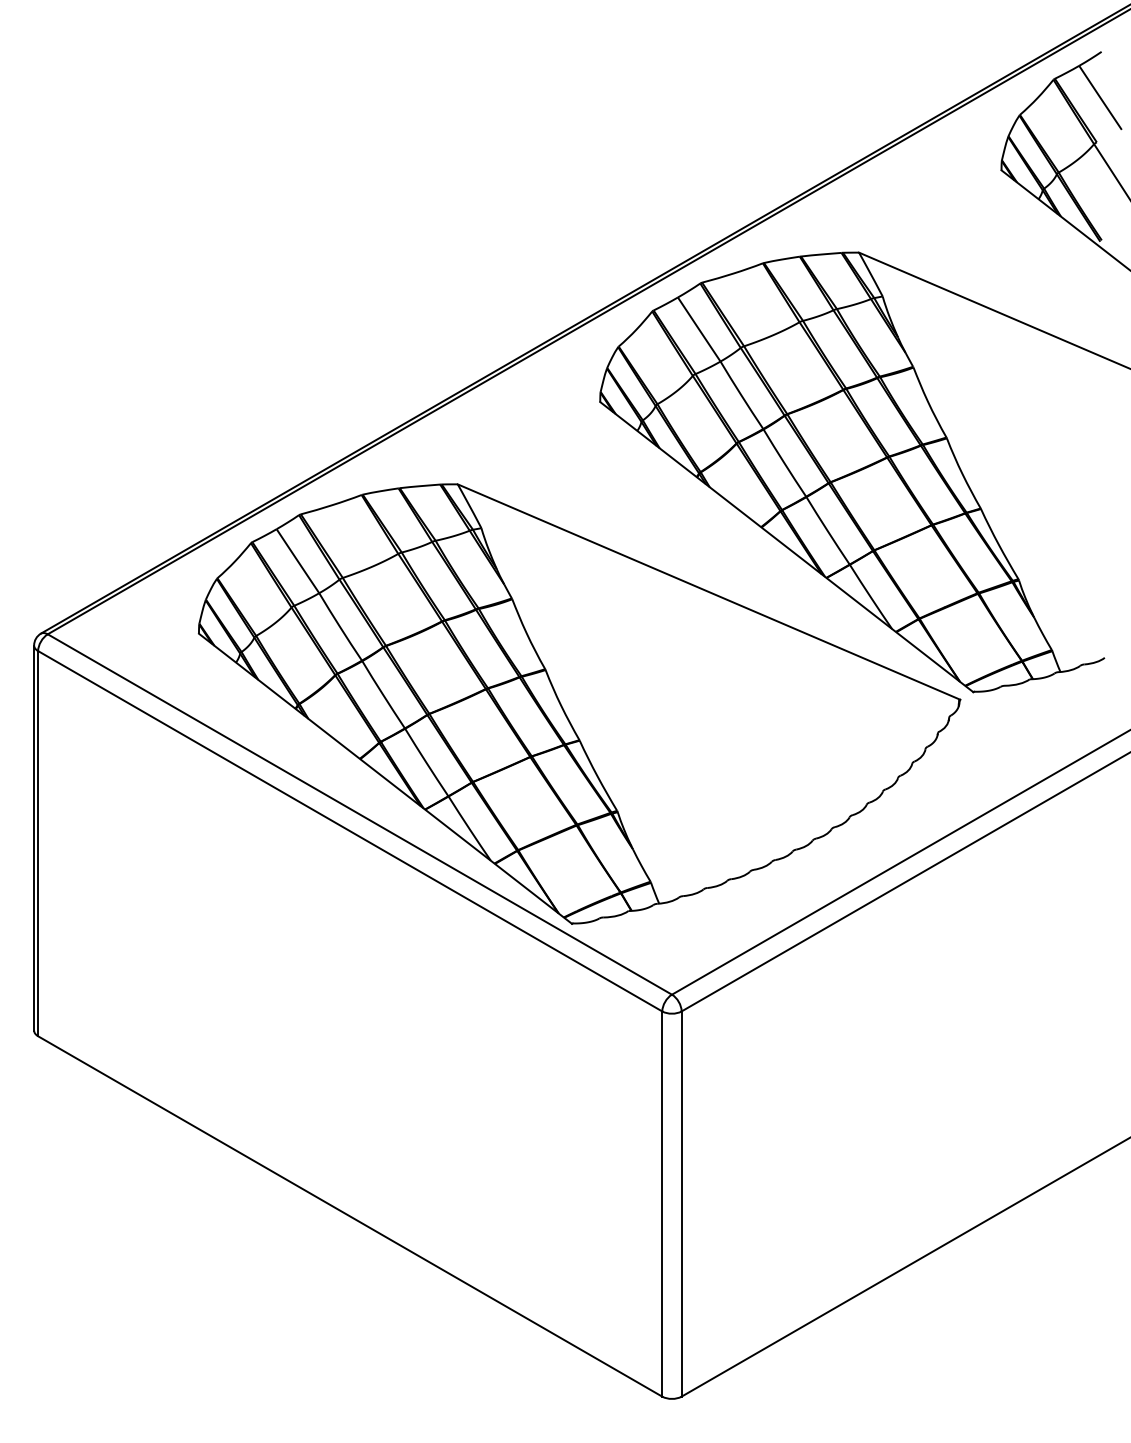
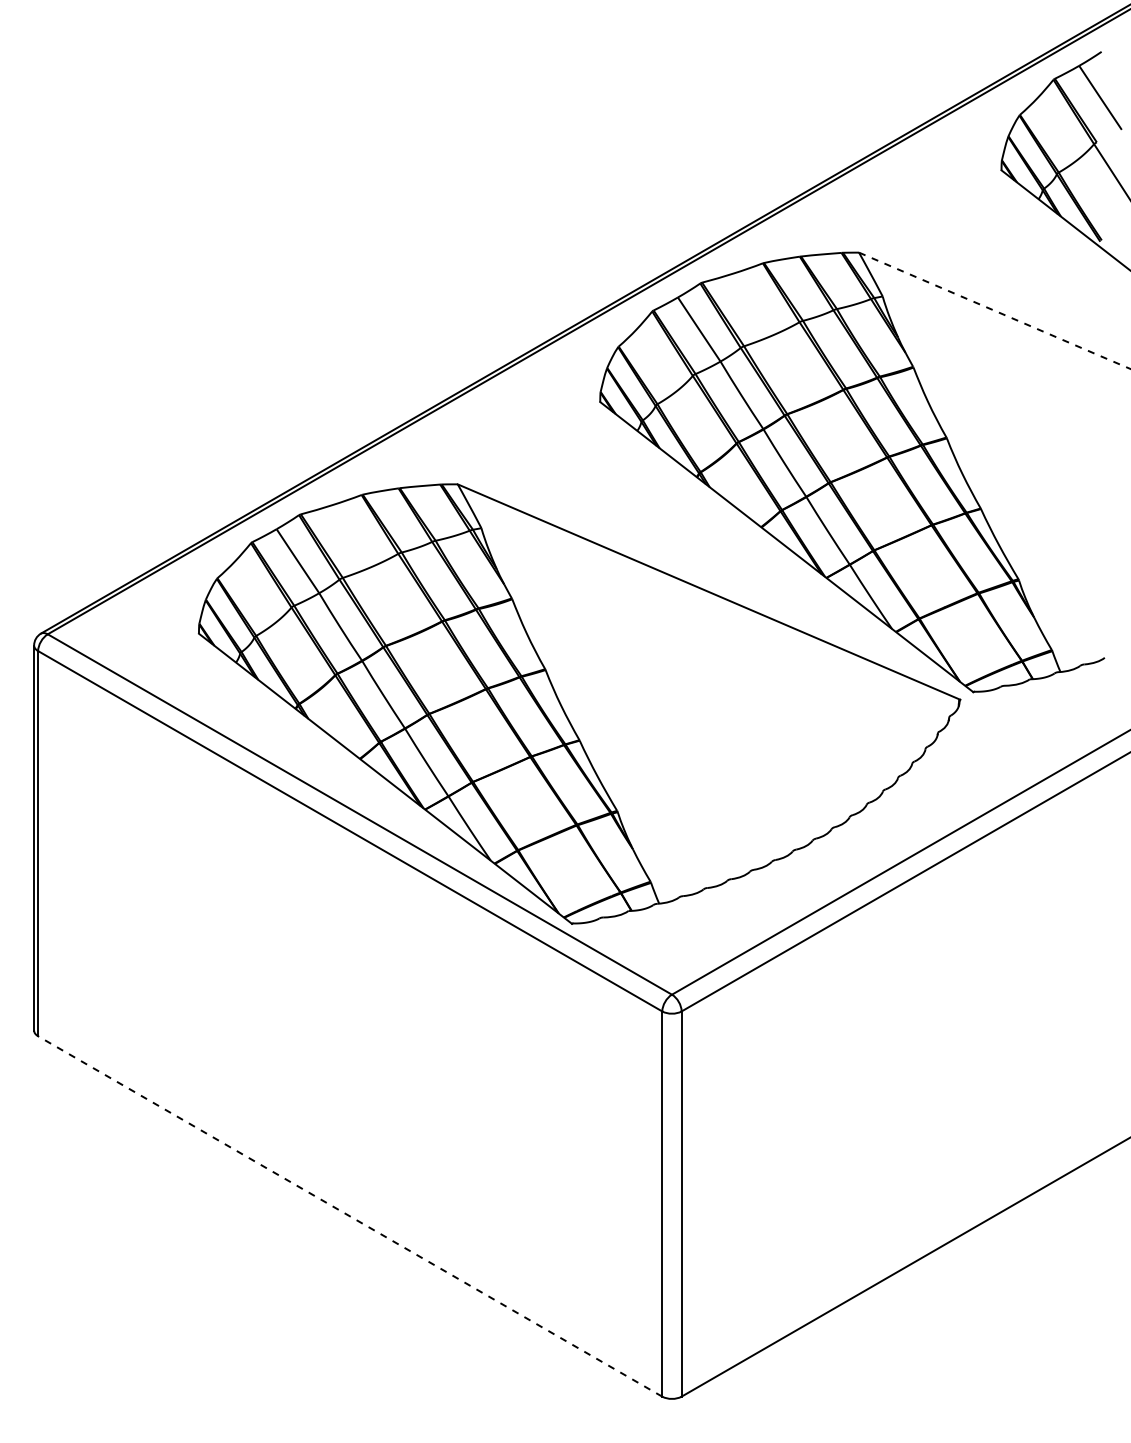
line at (995, 310): solid -> dashed
line at (349, 1216): solid -> dashed
